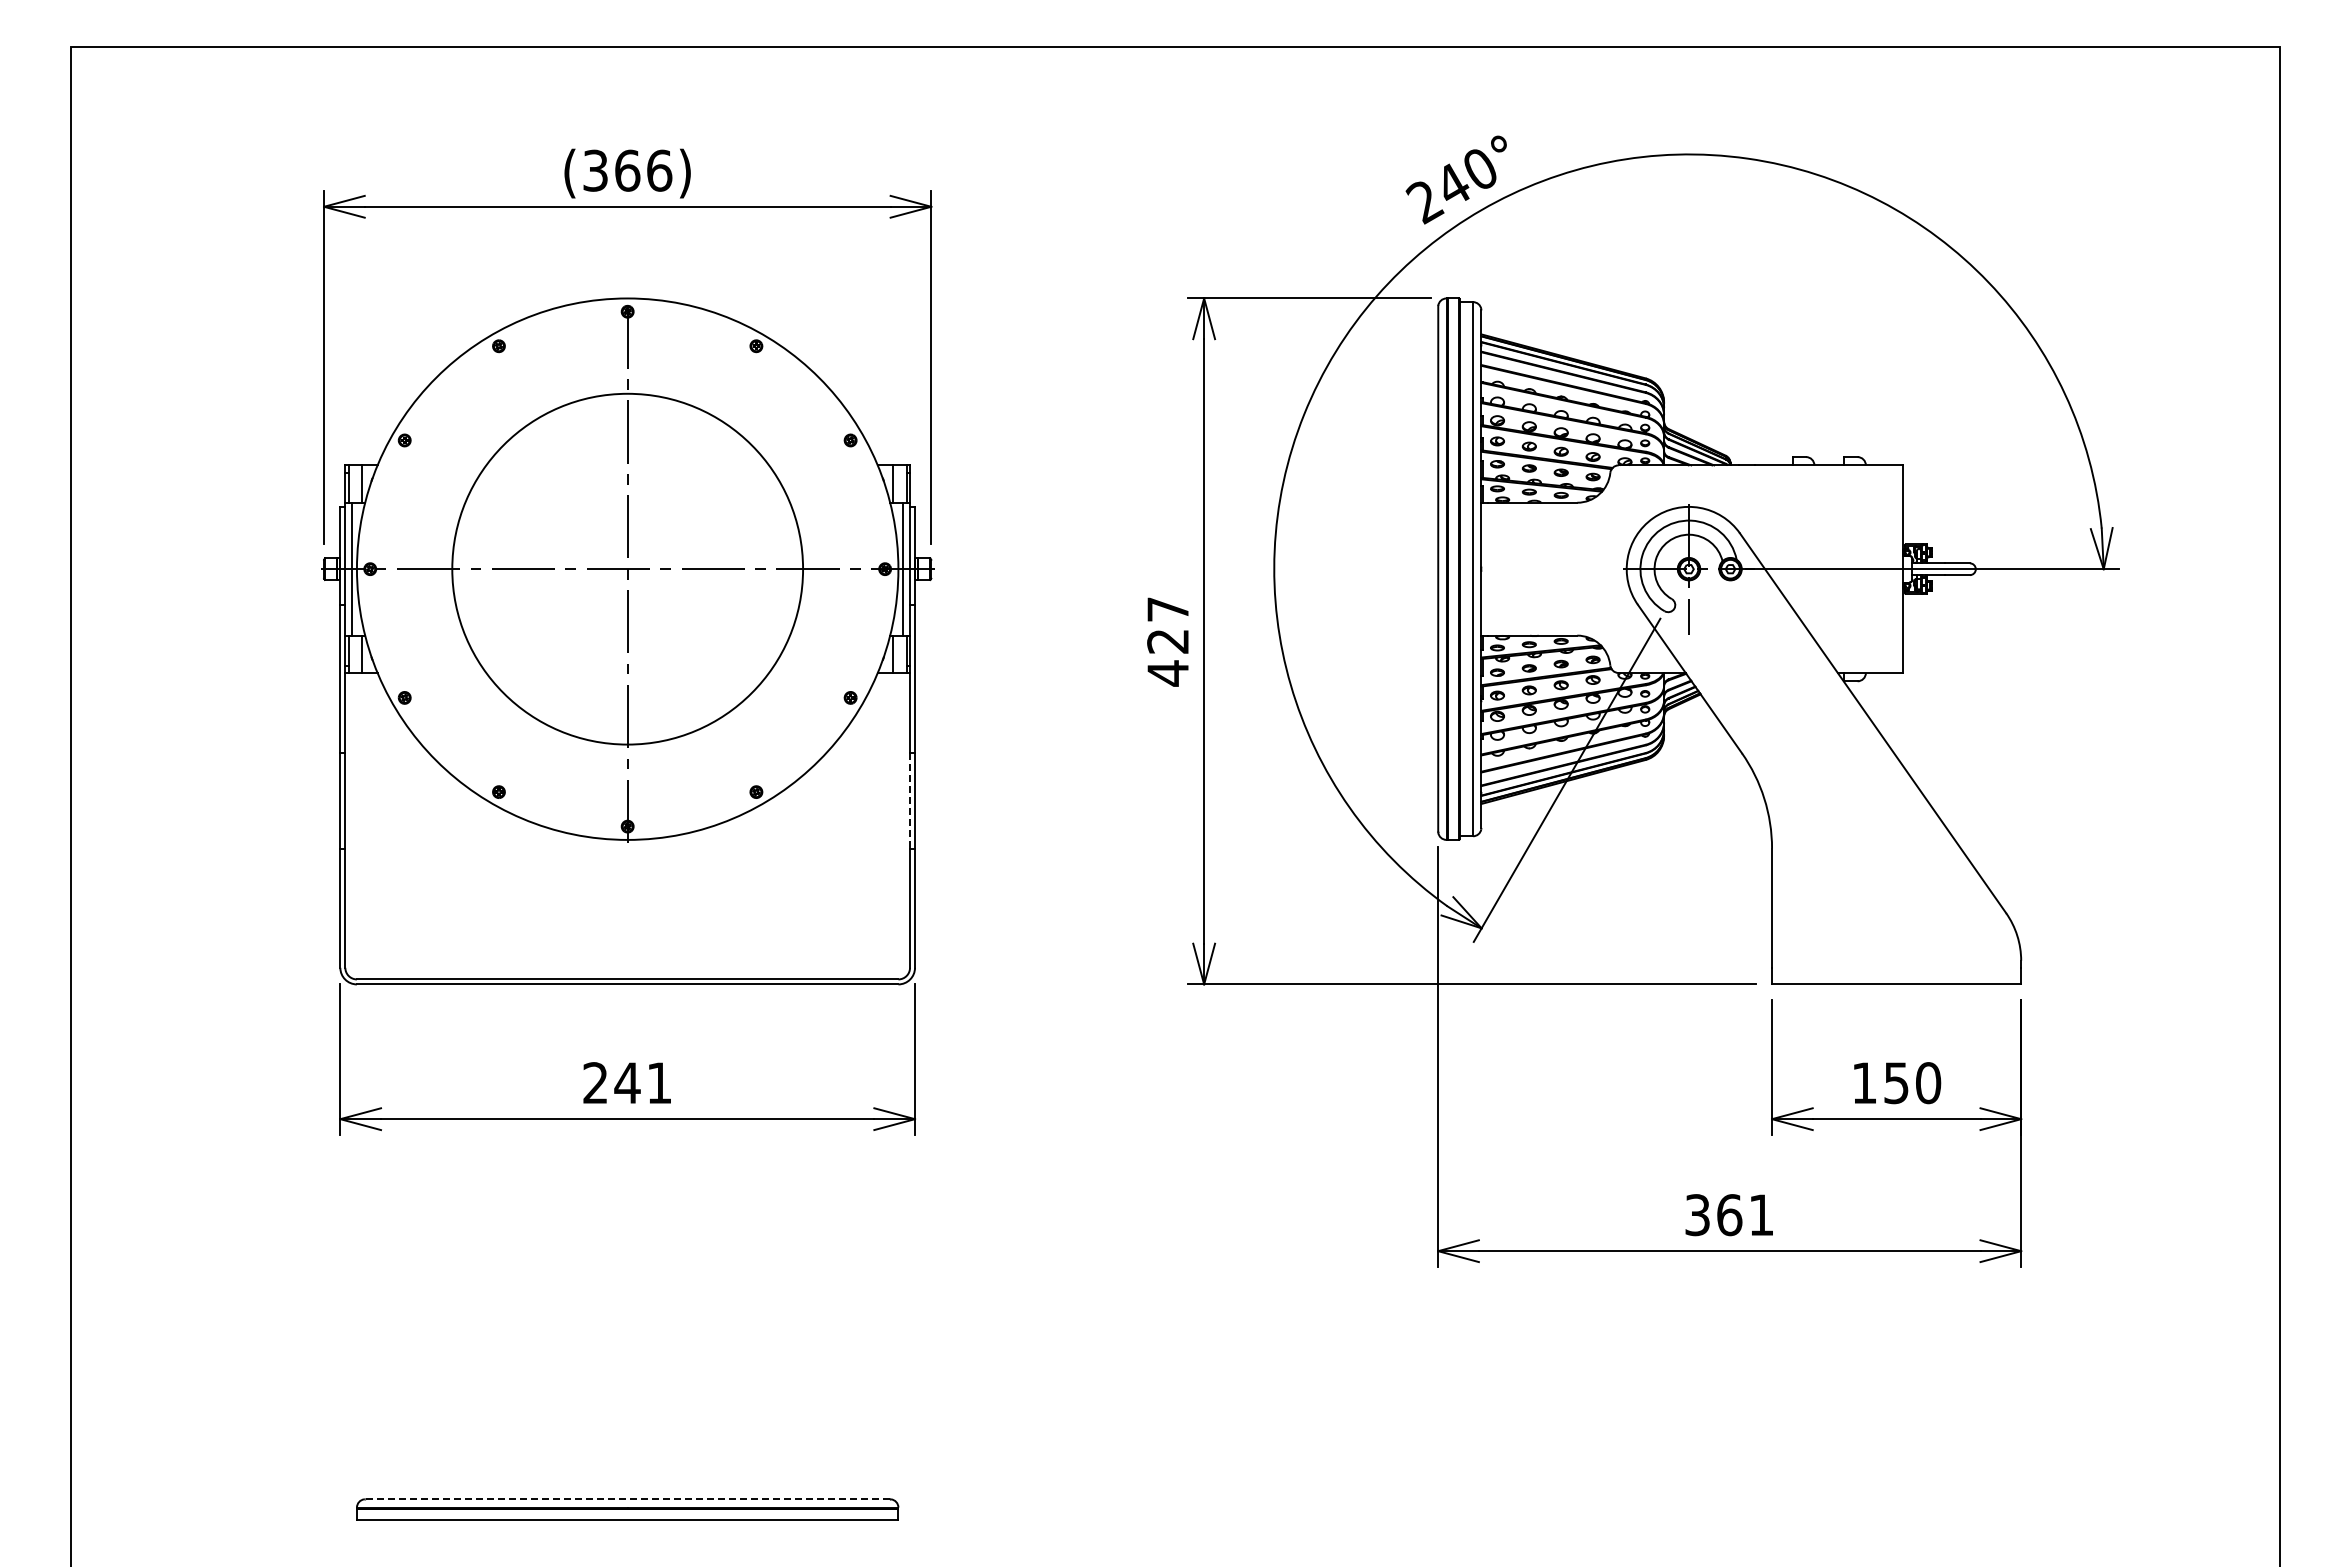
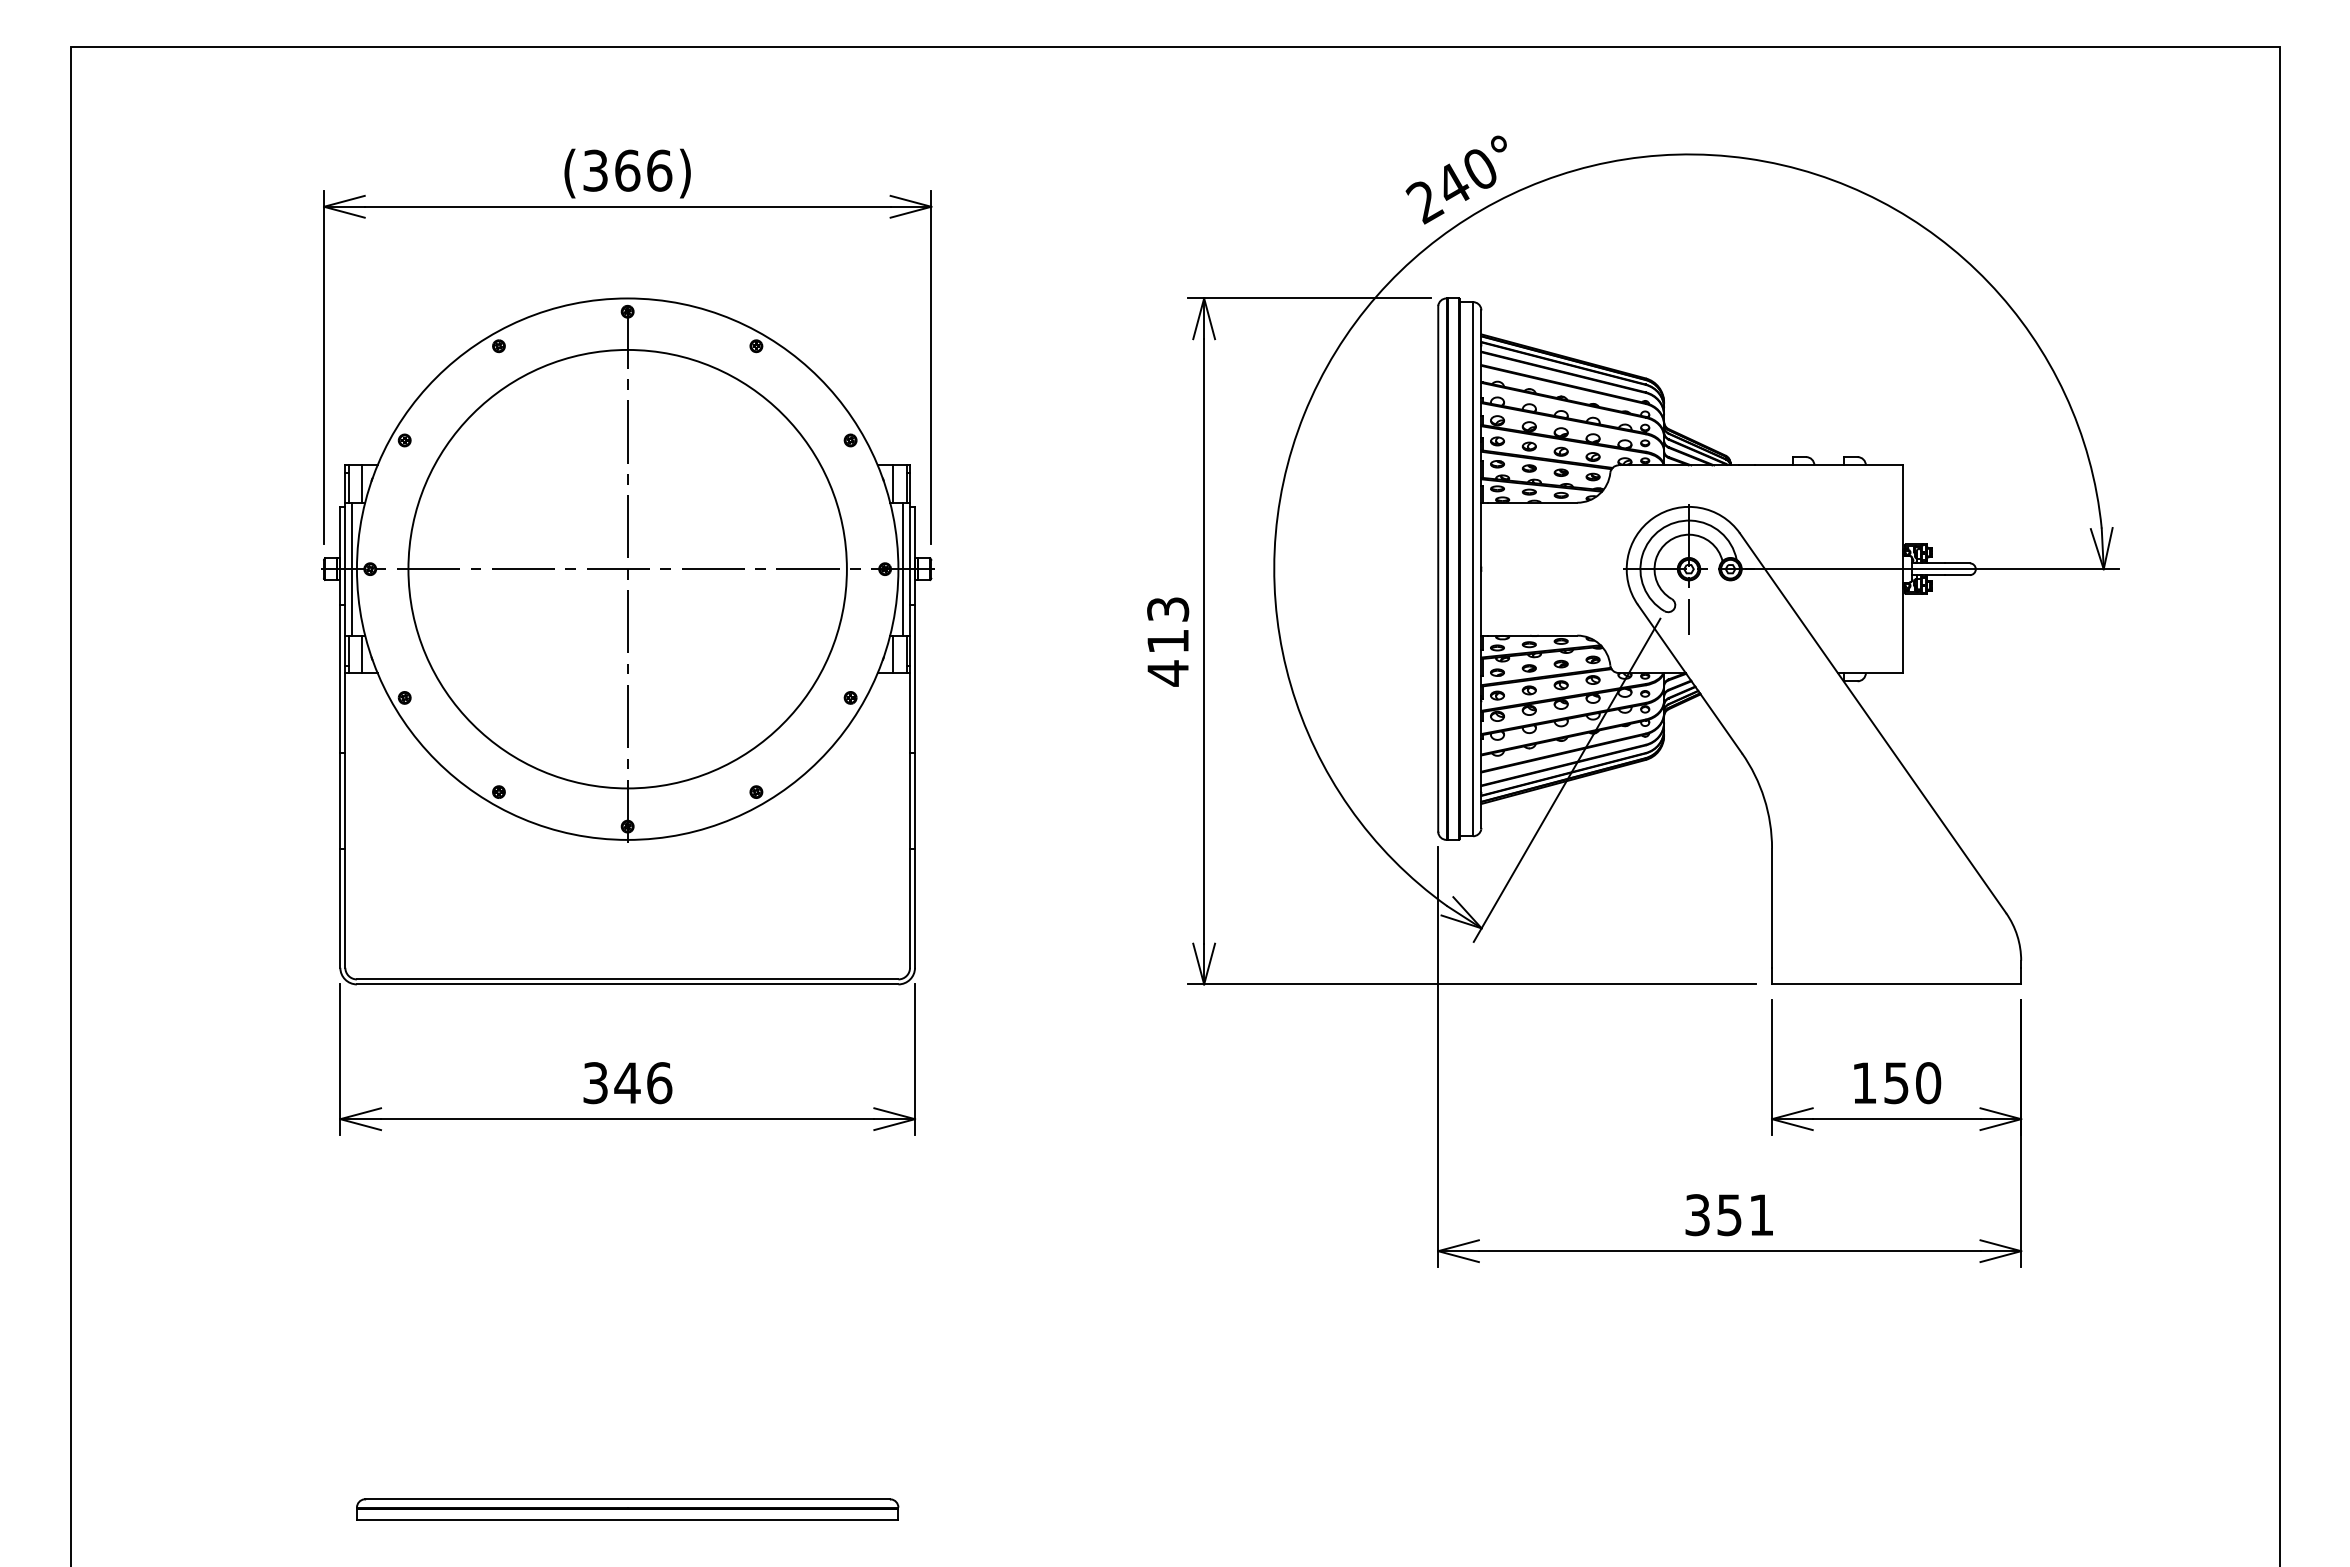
circle at (627, 568) diameter: 351 px -> 438 px
text at (1168, 625): 427 -> 413
line at (910, 800): dashed -> solid
text at (627, 1083): 241 -> 346
text at (1729, 1215): 361 -> 351
line at (627, 1499): dashed -> solid
